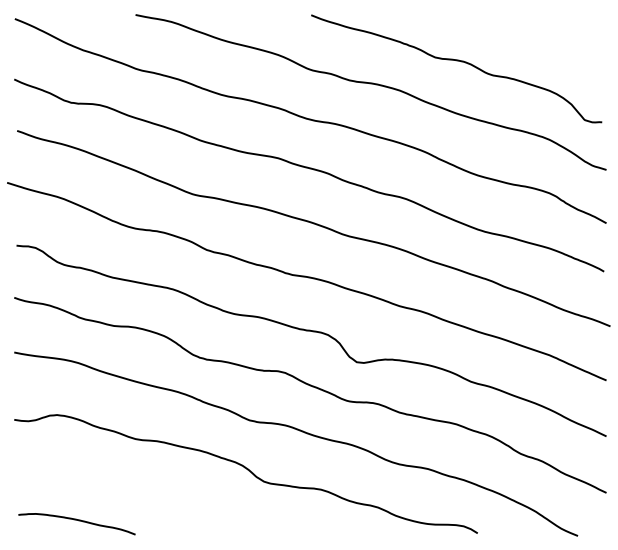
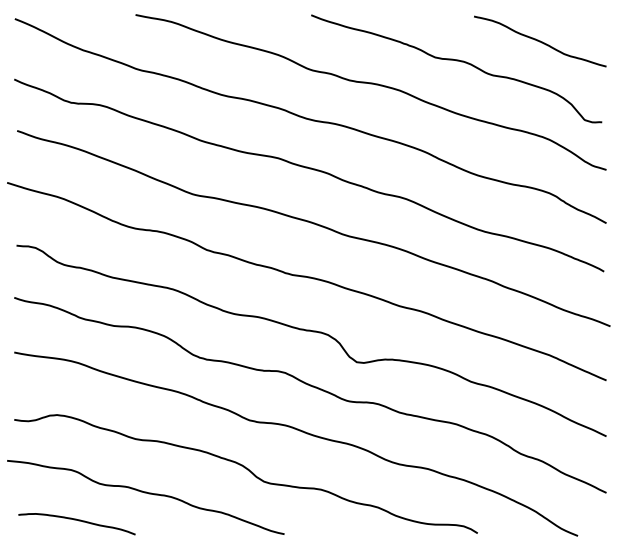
curve at (540, 41): none -> present
curve at (145, 493): none -> present
